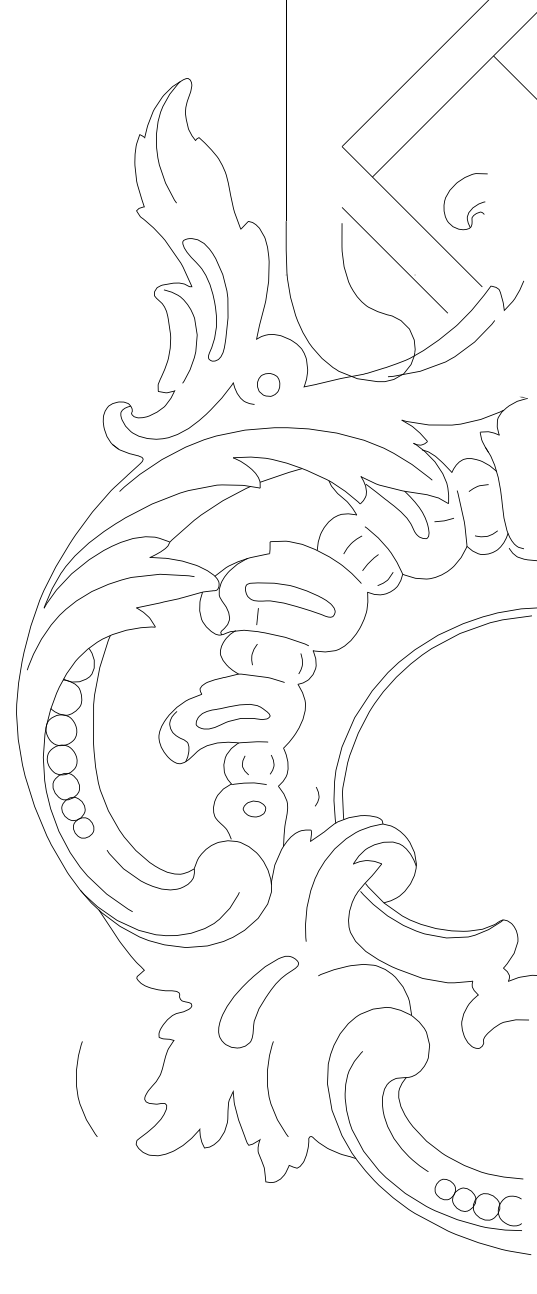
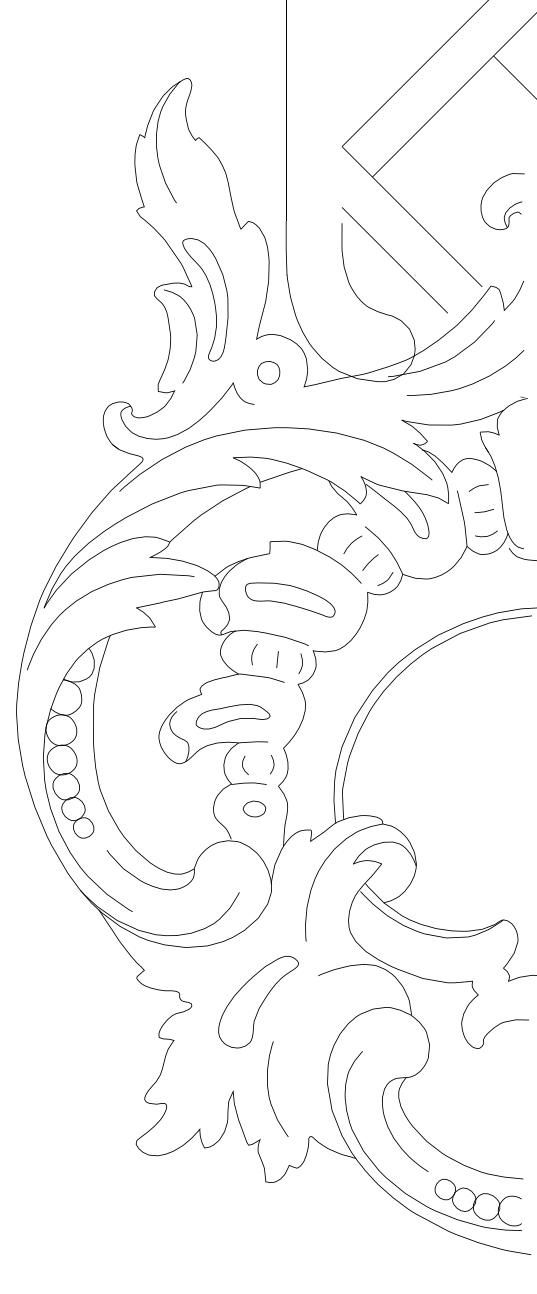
part at (472, 207) position: (472, 207) -> (509, 207)
part at (268, 384) position: (268, 384) -> (268, 372)
curve at (469, 384): none -> present
curve at (443, 520) position: (443, 520) -> (483, 511)
line at (257, 616) position: (257, 616) -> (277, 659)
curve at (318, 796): present -> none
curve at (77, 1088): present -> none
